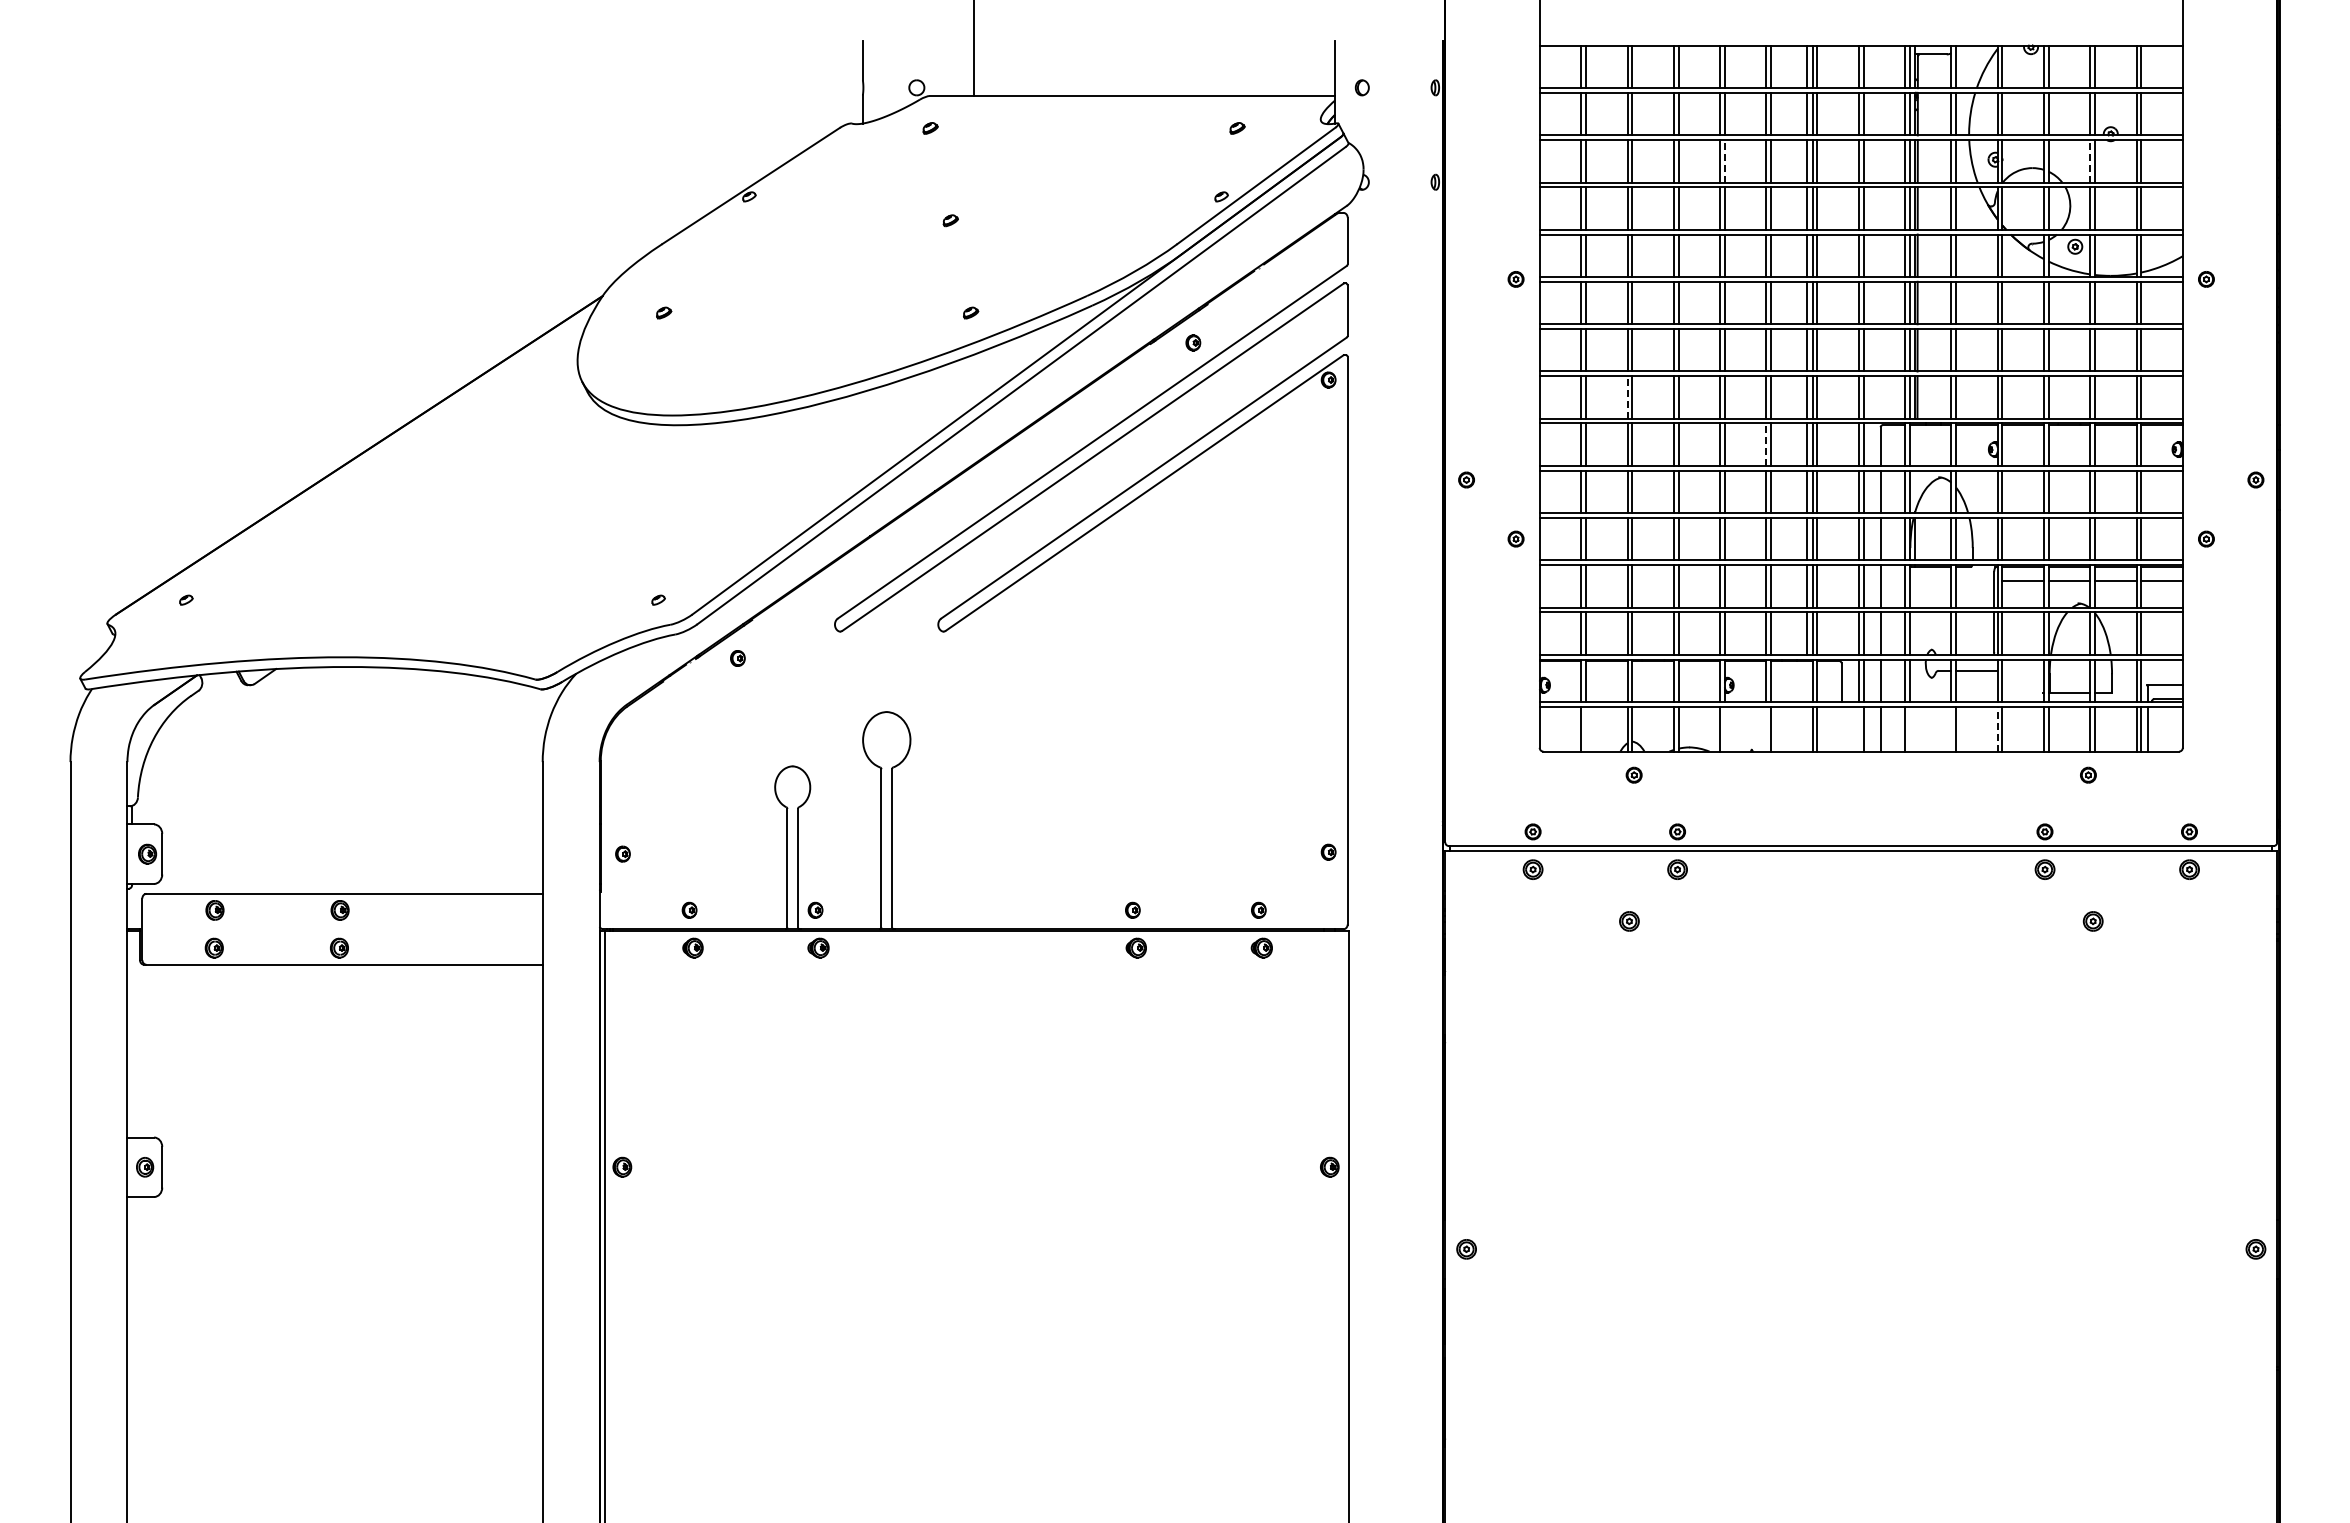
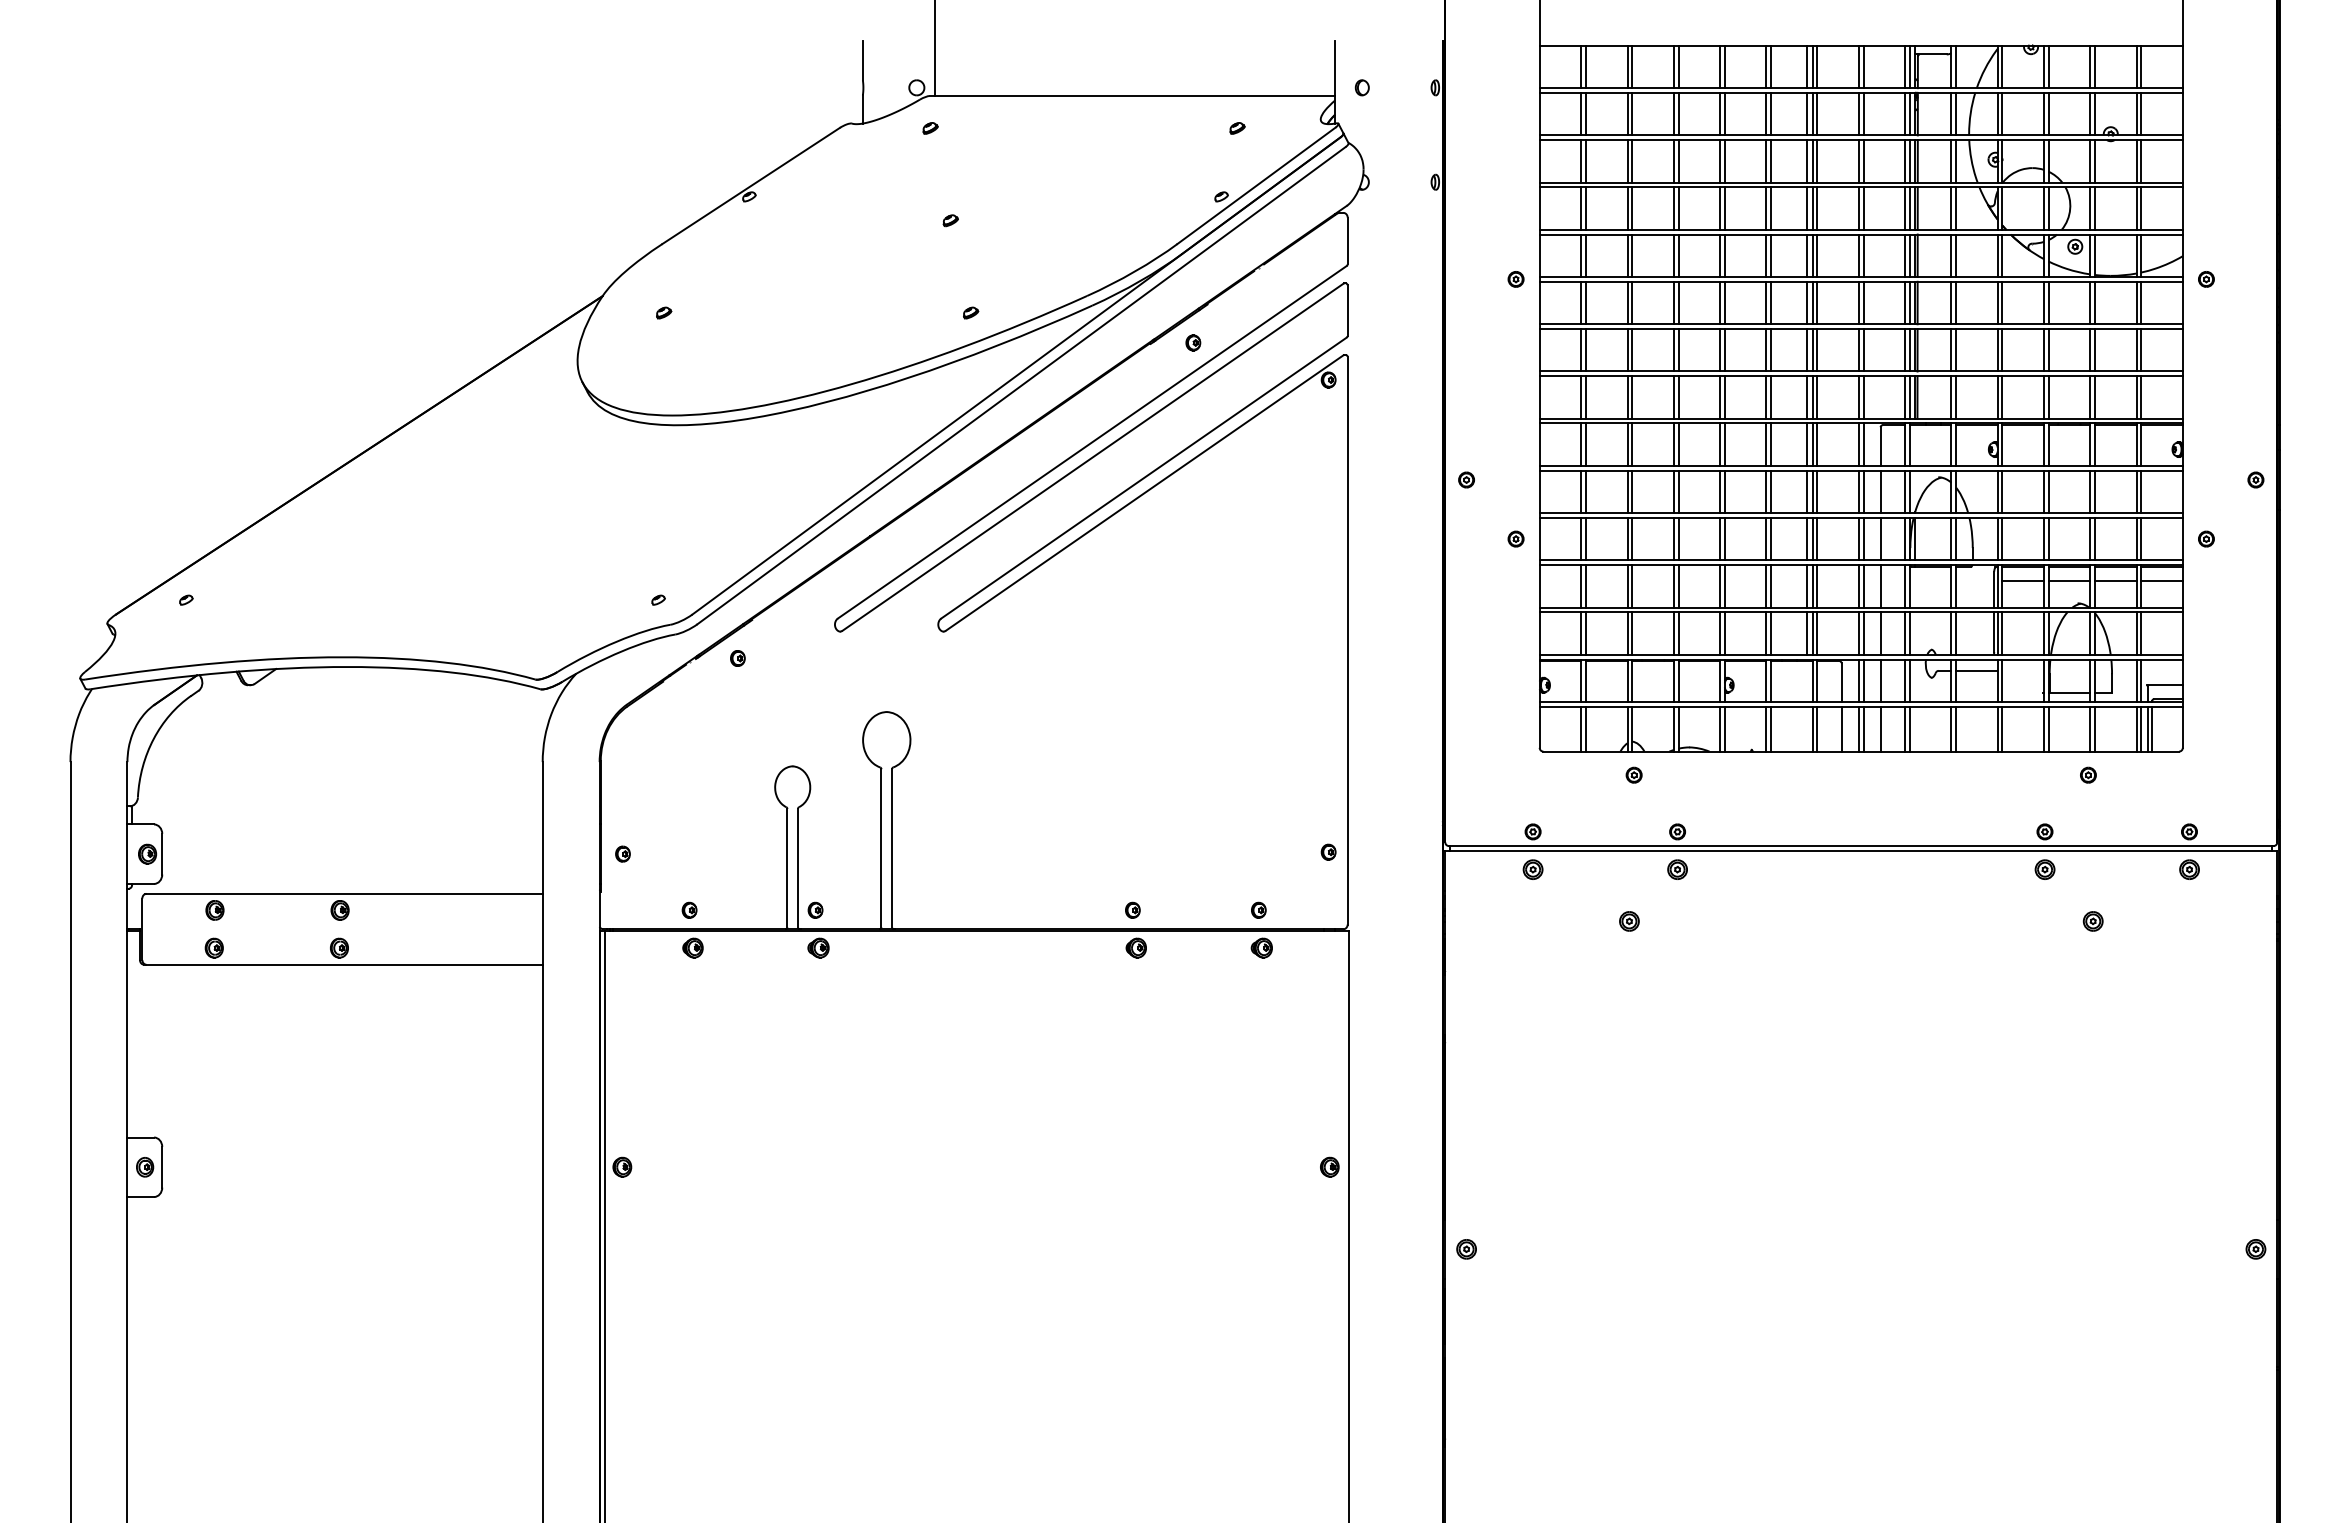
line at (974, 49) position: (974, 49) -> (935, 49)
line at (1724, 160): dashed -> solid
line at (2090, 160): dashed -> solid
line at (1627, 396): dashed -> solid
line at (1766, 444): dashed -> solid
line at (1585, 728): none -> present
line at (1724, 728): none -> present
line at (1766, 728): none -> present
line at (1841, 728): none -> present
line at (1858, 728): none -> present
line at (1909, 728): none -> present
line at (1951, 728): none -> present
line at (1997, 728): dashed -> solid
line at (2152, 728): none -> present
